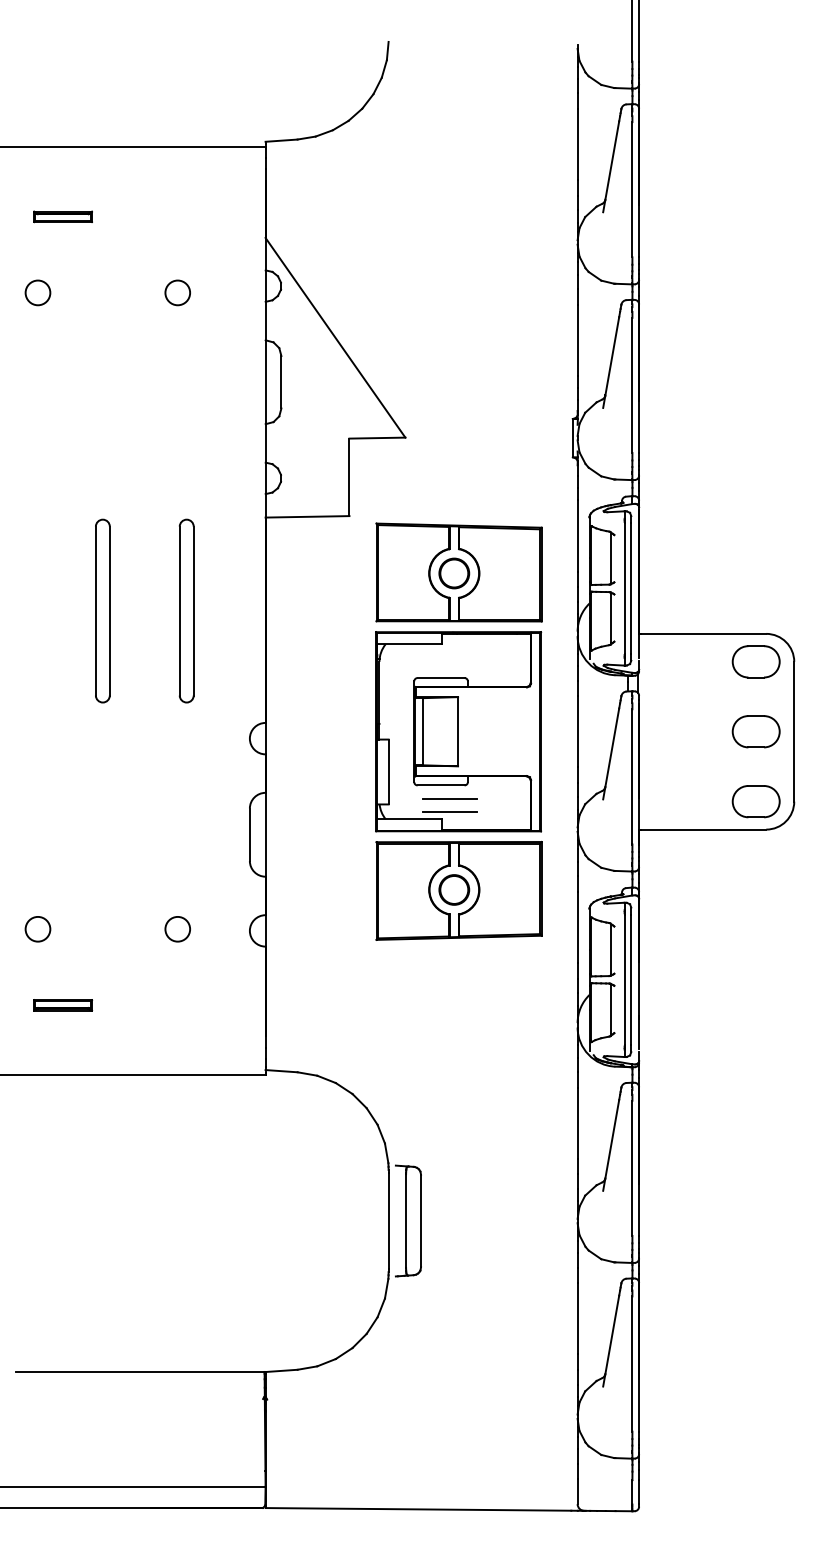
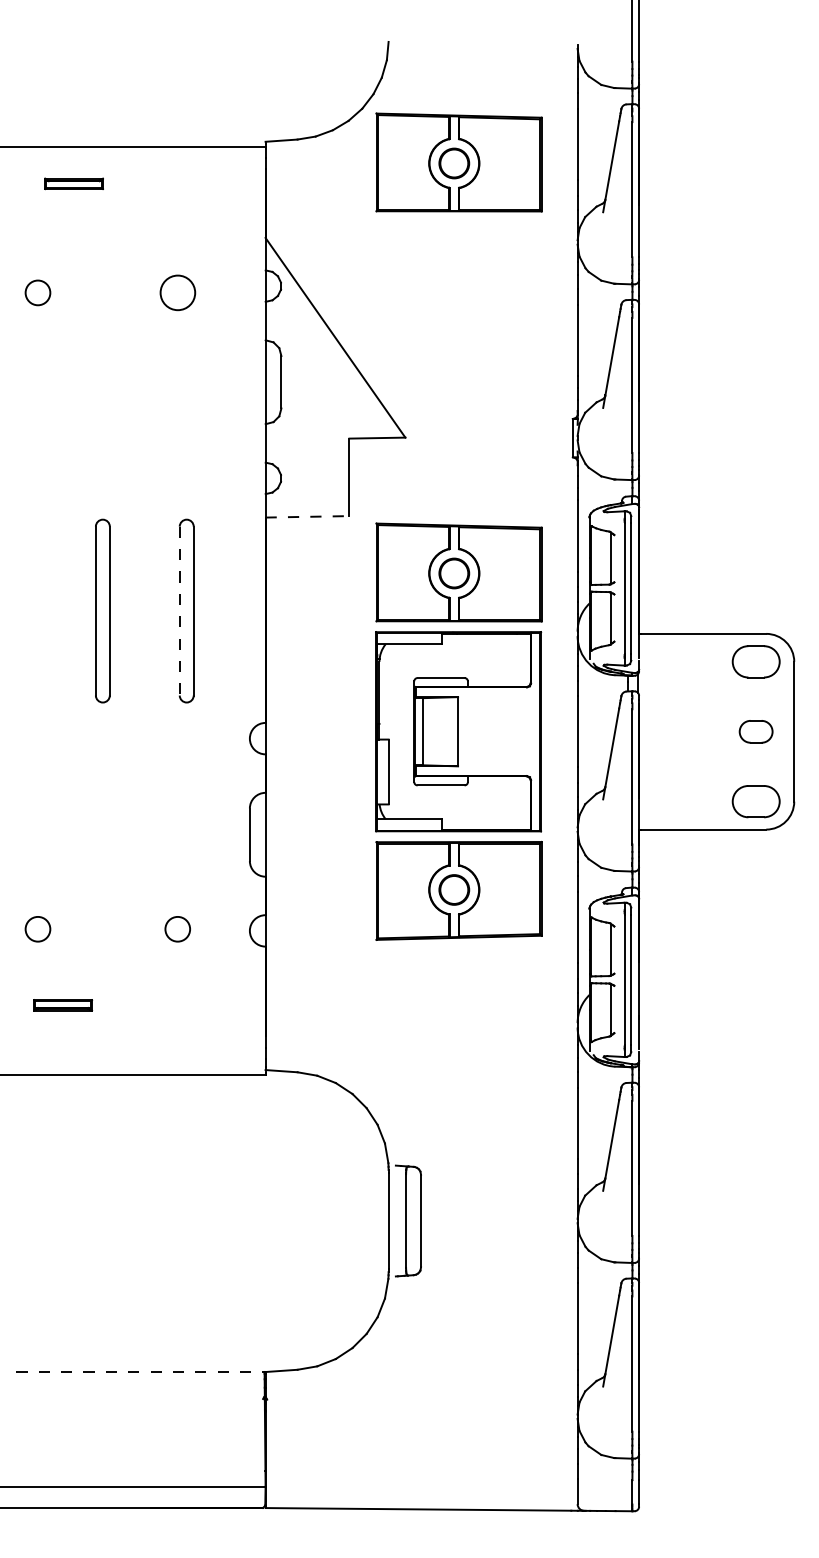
part at (458, 162): none -> present
part at (62, 216) position: (62, 216) -> (73, 183)
circle at (177, 292) size: 27x28 px -> 38x38 px
line at (307, 516): solid -> dashed
line at (179, 611): solid -> dashed
part at (755, 731) size: 50x34 px -> 36x24 px
line at (449, 798): present -> none
line at (449, 812): present -> none
line at (140, 1371): solid -> dashed
